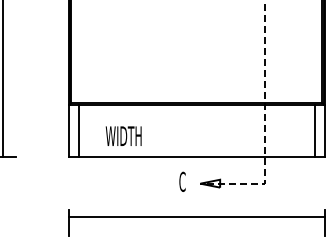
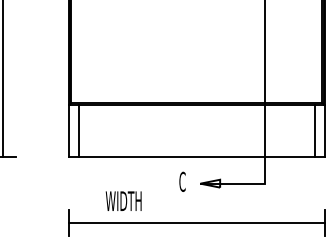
line at (264, 125): dashed -> solid
text at (123, 135) position: (123, 135) -> (123, 200)
line at (196, 216) position: (196, 216) -> (196, 222)
